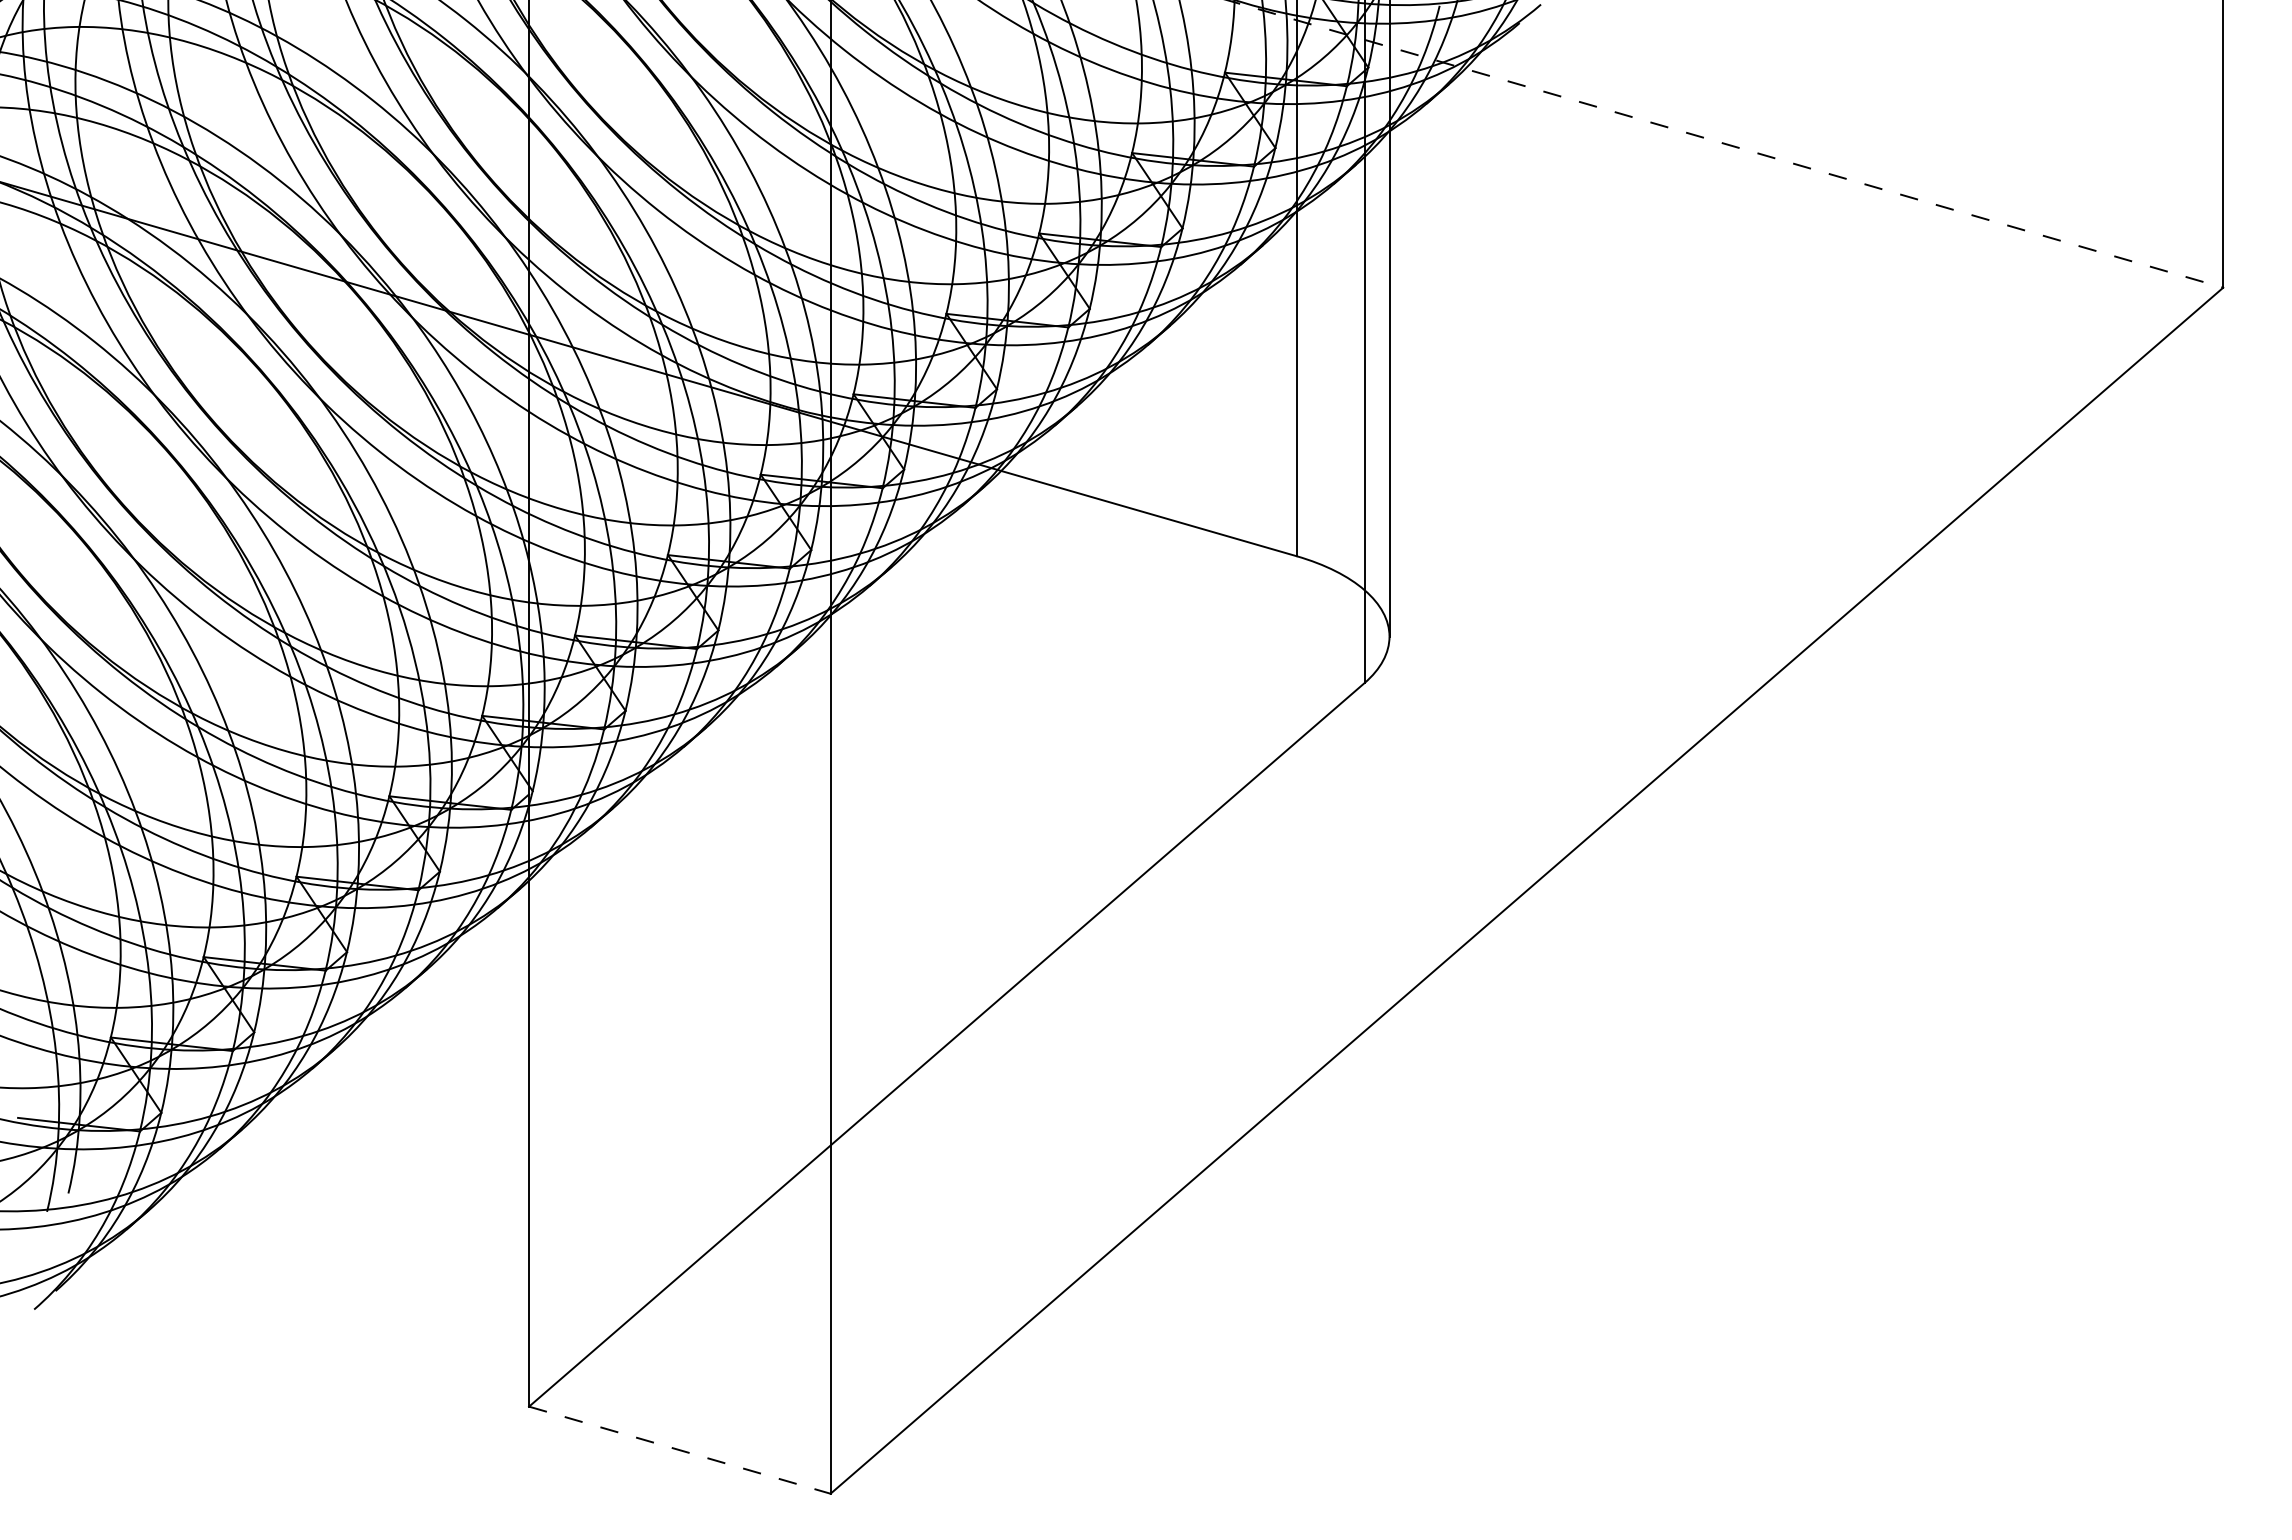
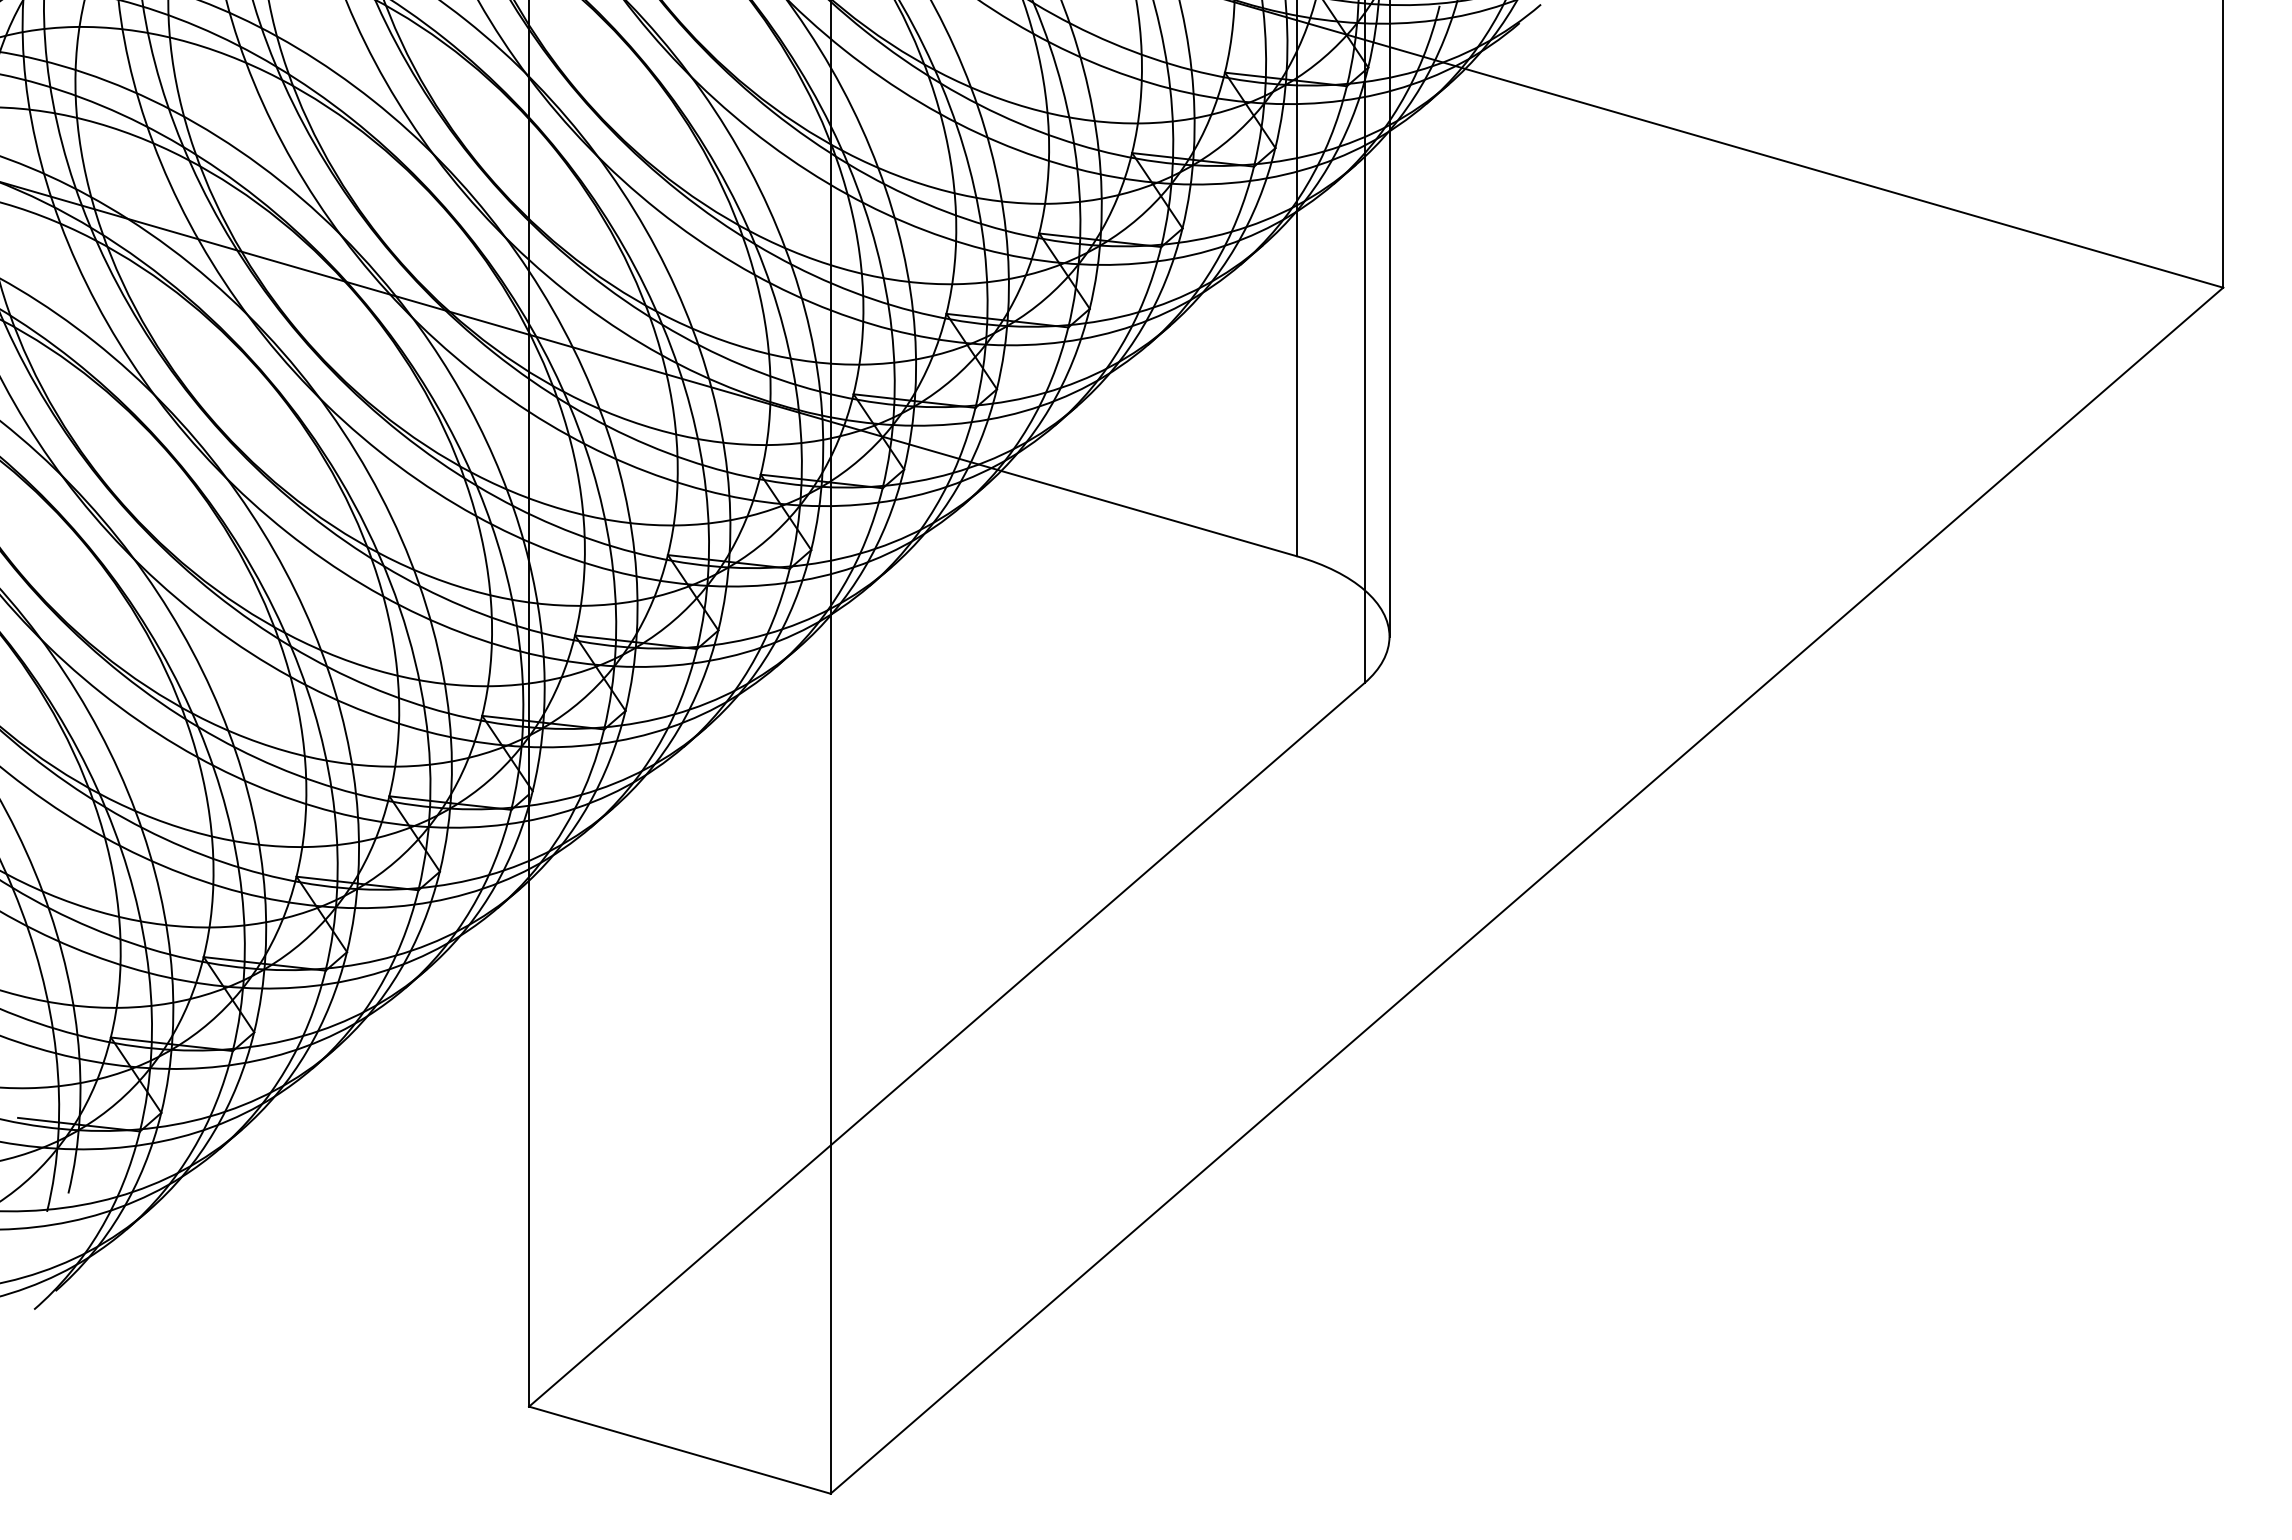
line at (1725, 144): dashed -> solid
line at (679, 1450): dashed -> solid
